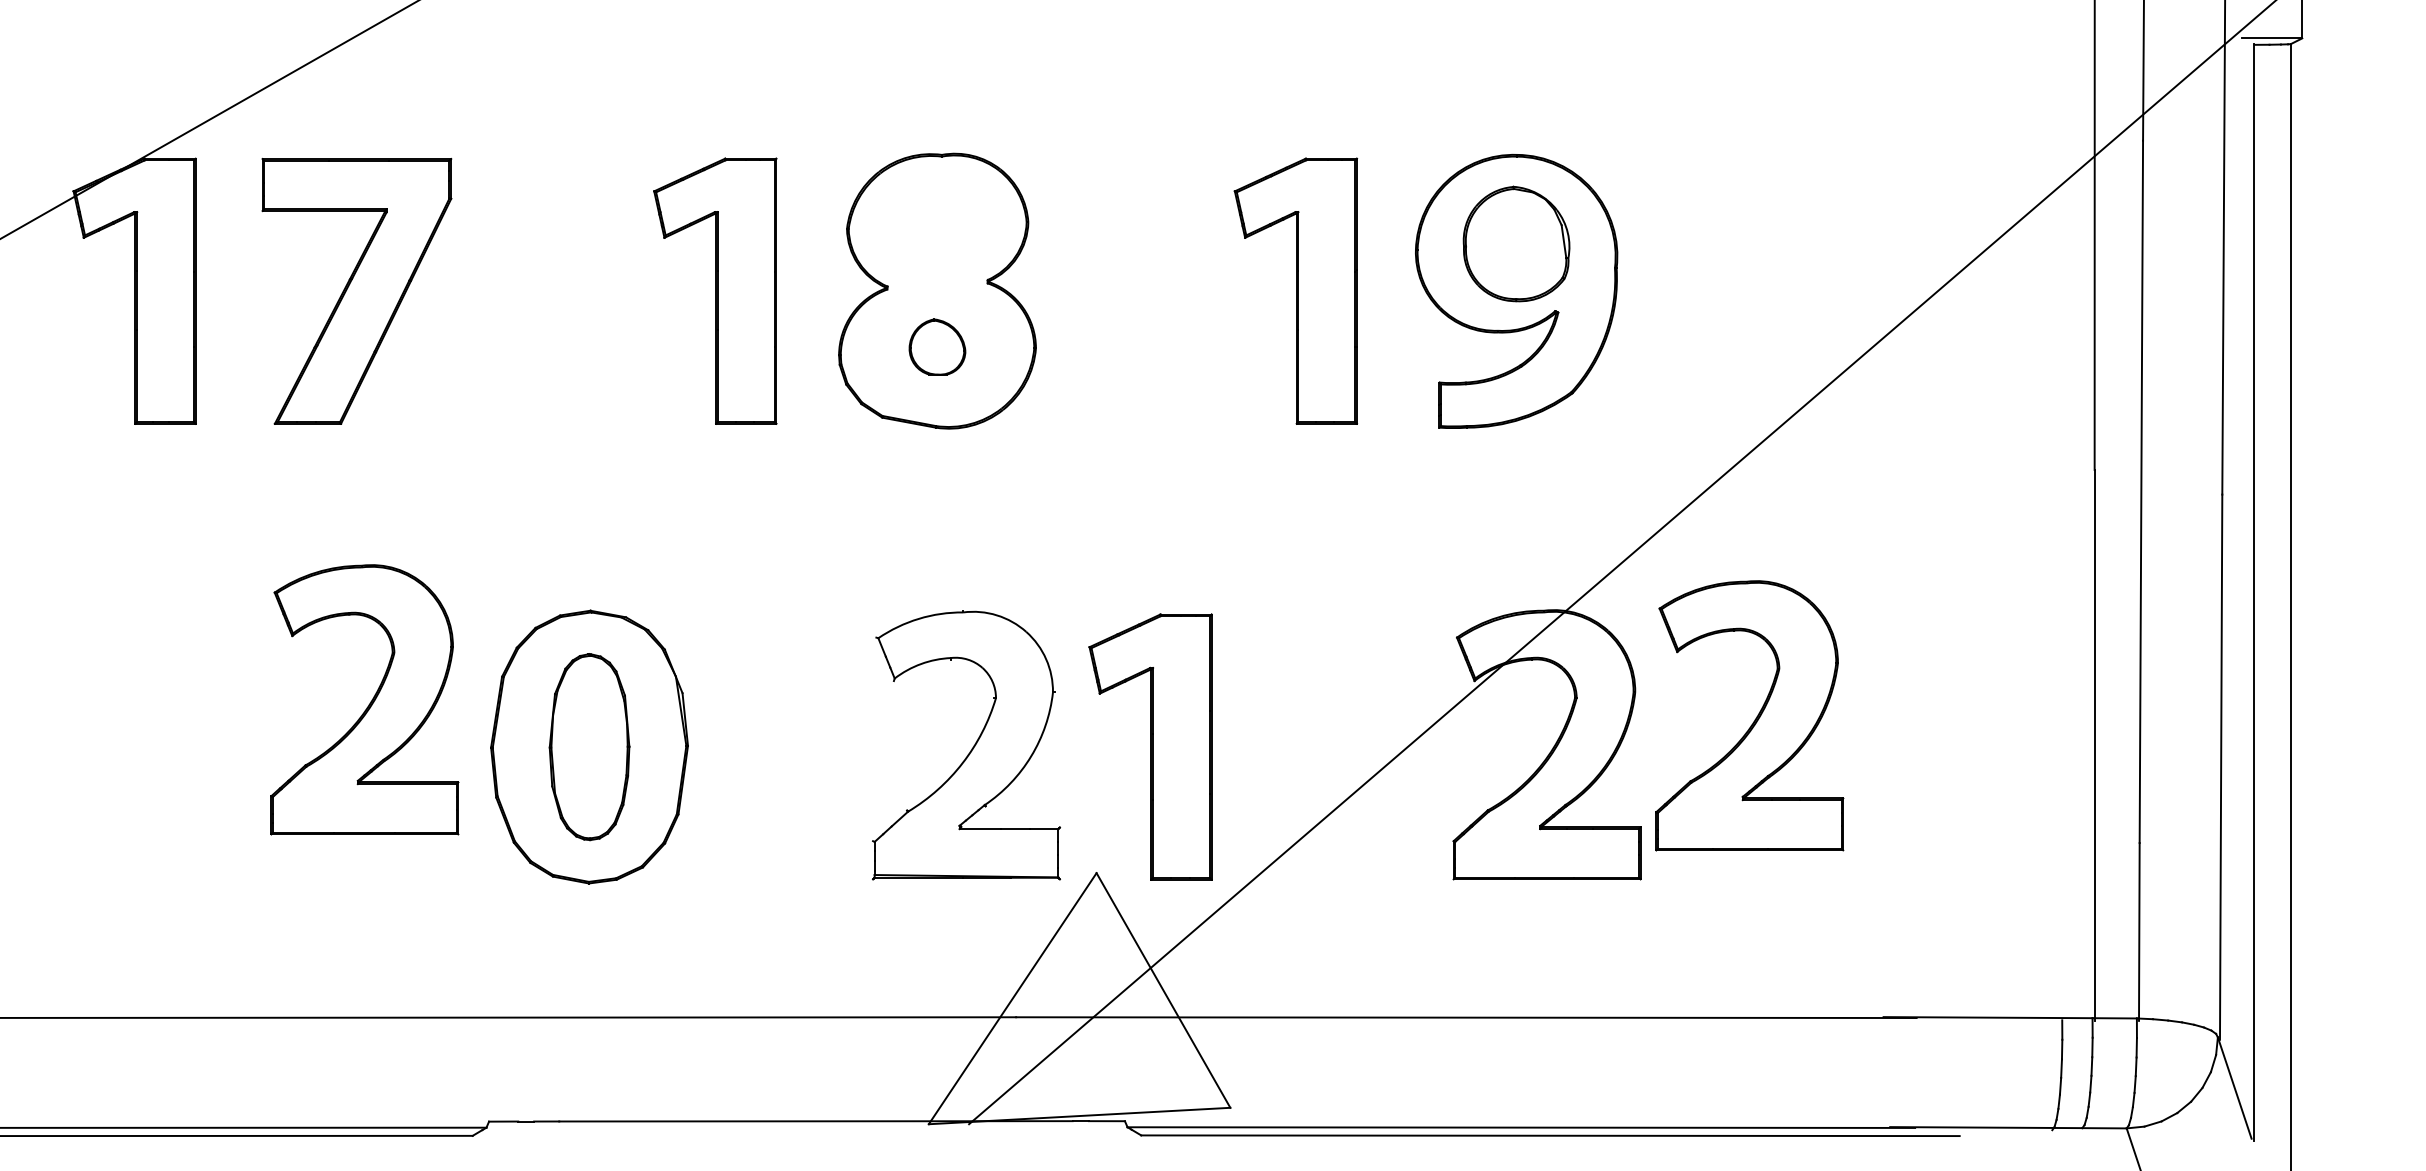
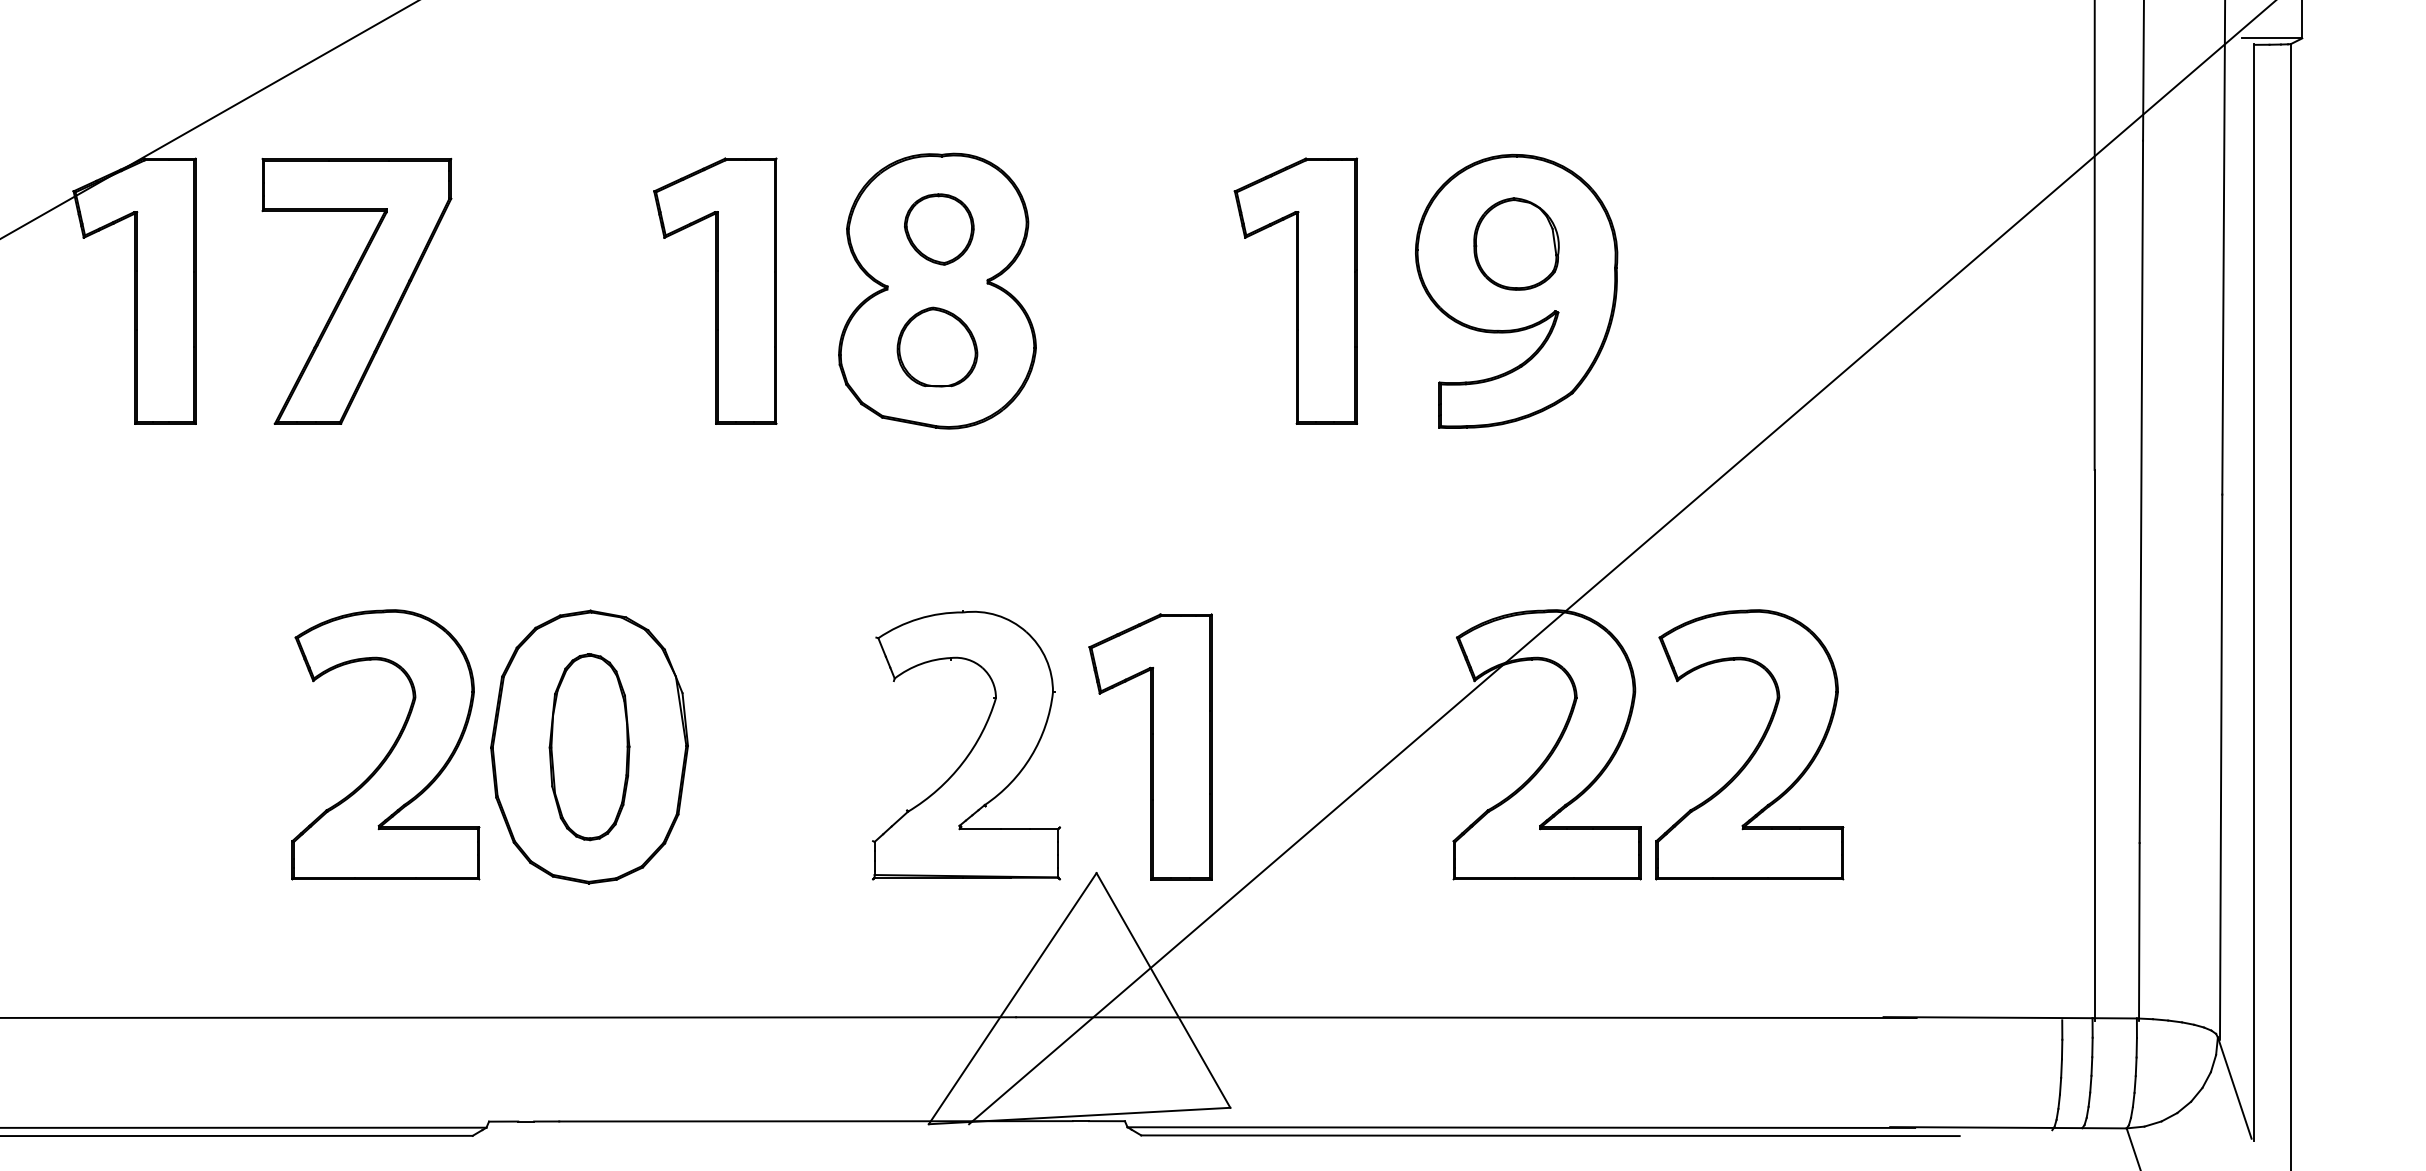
part at (939, 229): none -> present
part at (1516, 243) size: 109x118 px -> 87x94 px
part at (937, 346) size: 59x58 px -> 83x82 px
part at (370, 701) position: (370, 701) -> (391, 746)
part at (1754, 719) position: (1754, 719) -> (1754, 748)
